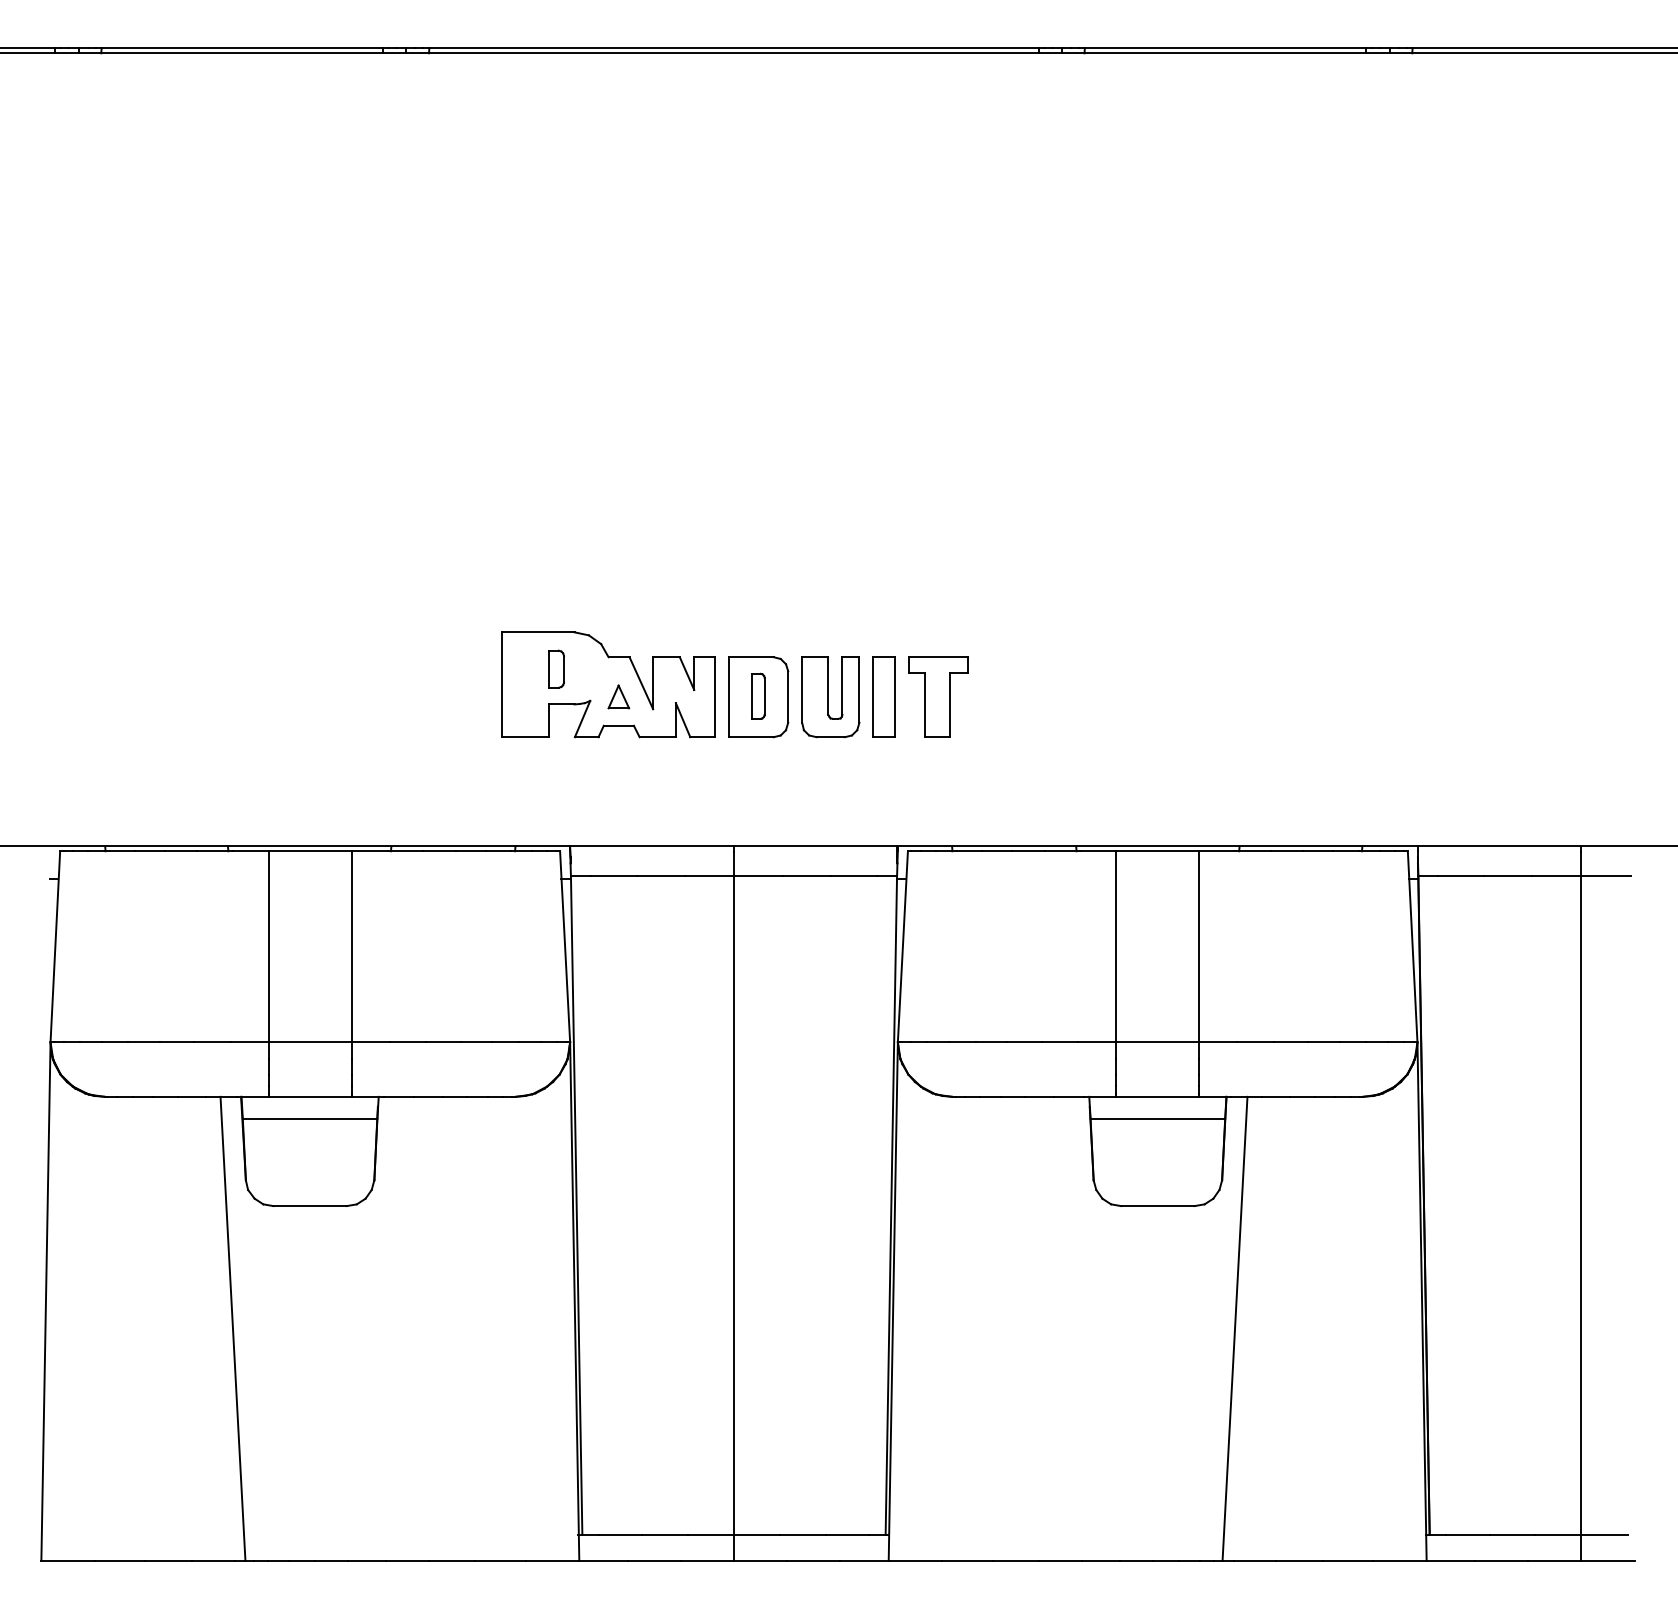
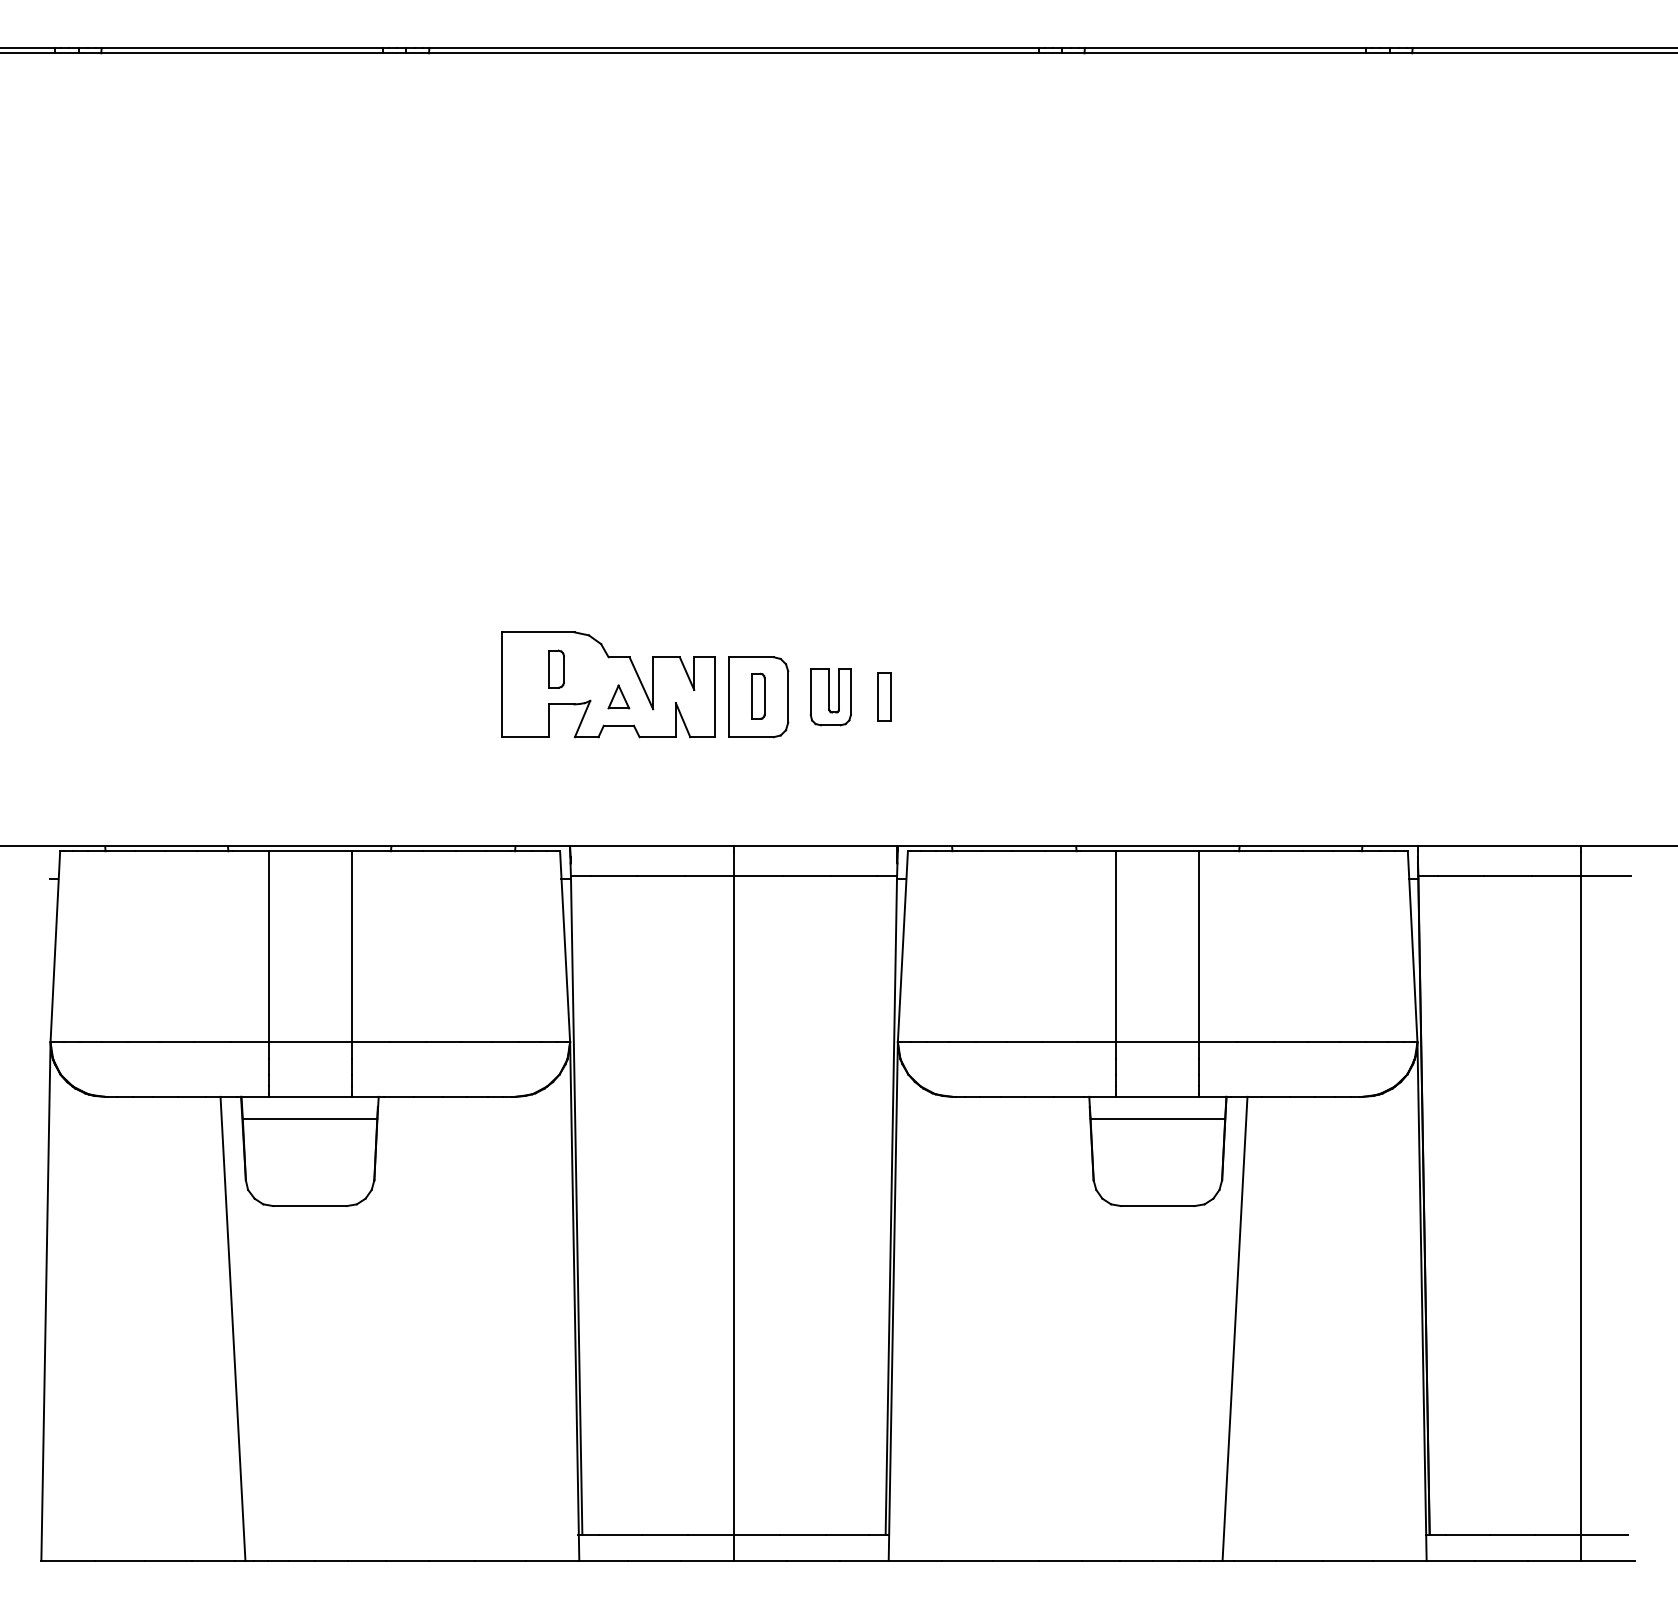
part at (883, 696) size: 24x82 px -> 15x50 px
part at (938, 696): present -> none
part at (830, 697) size: 60x83 px -> 43x59 px
